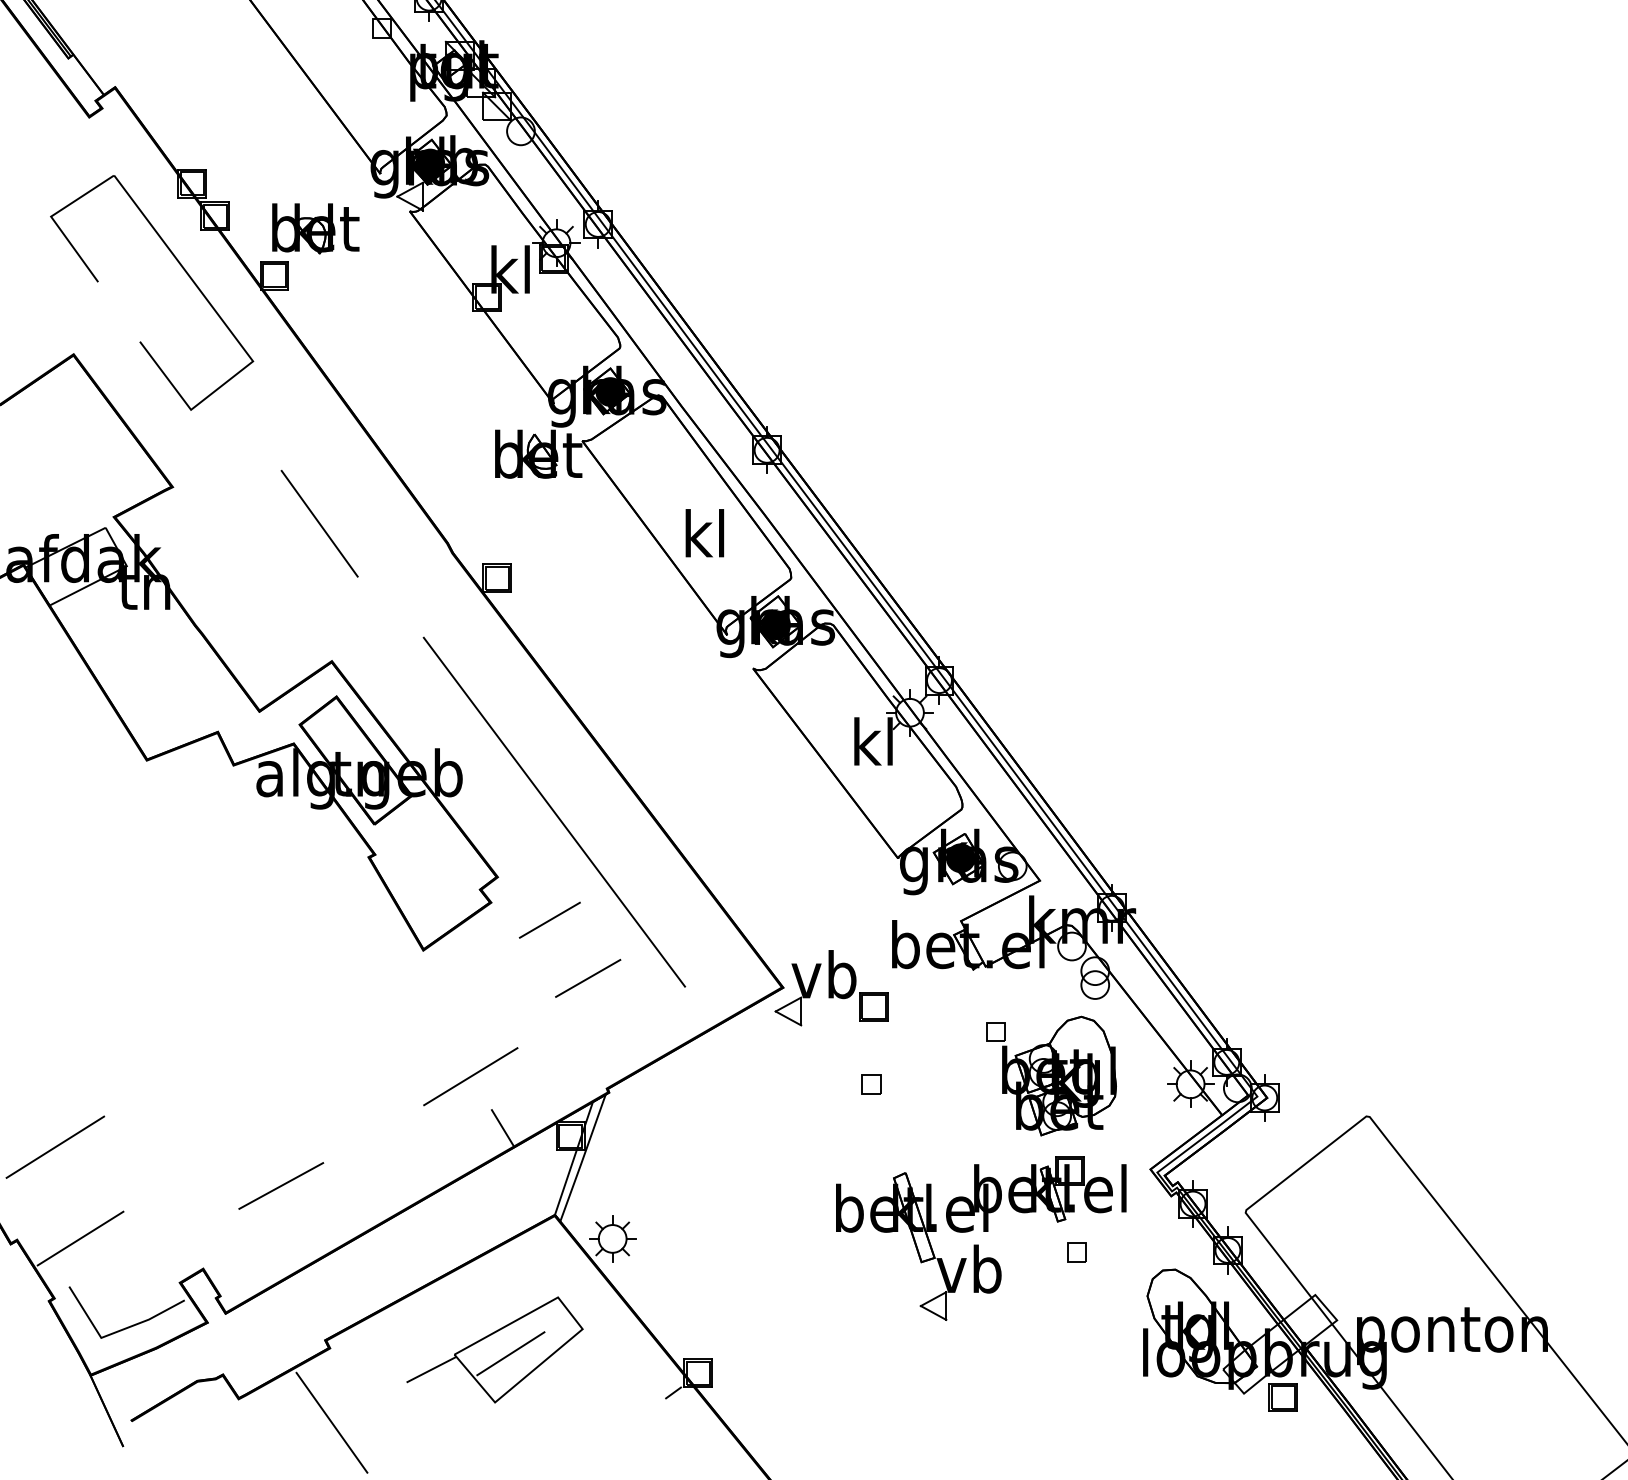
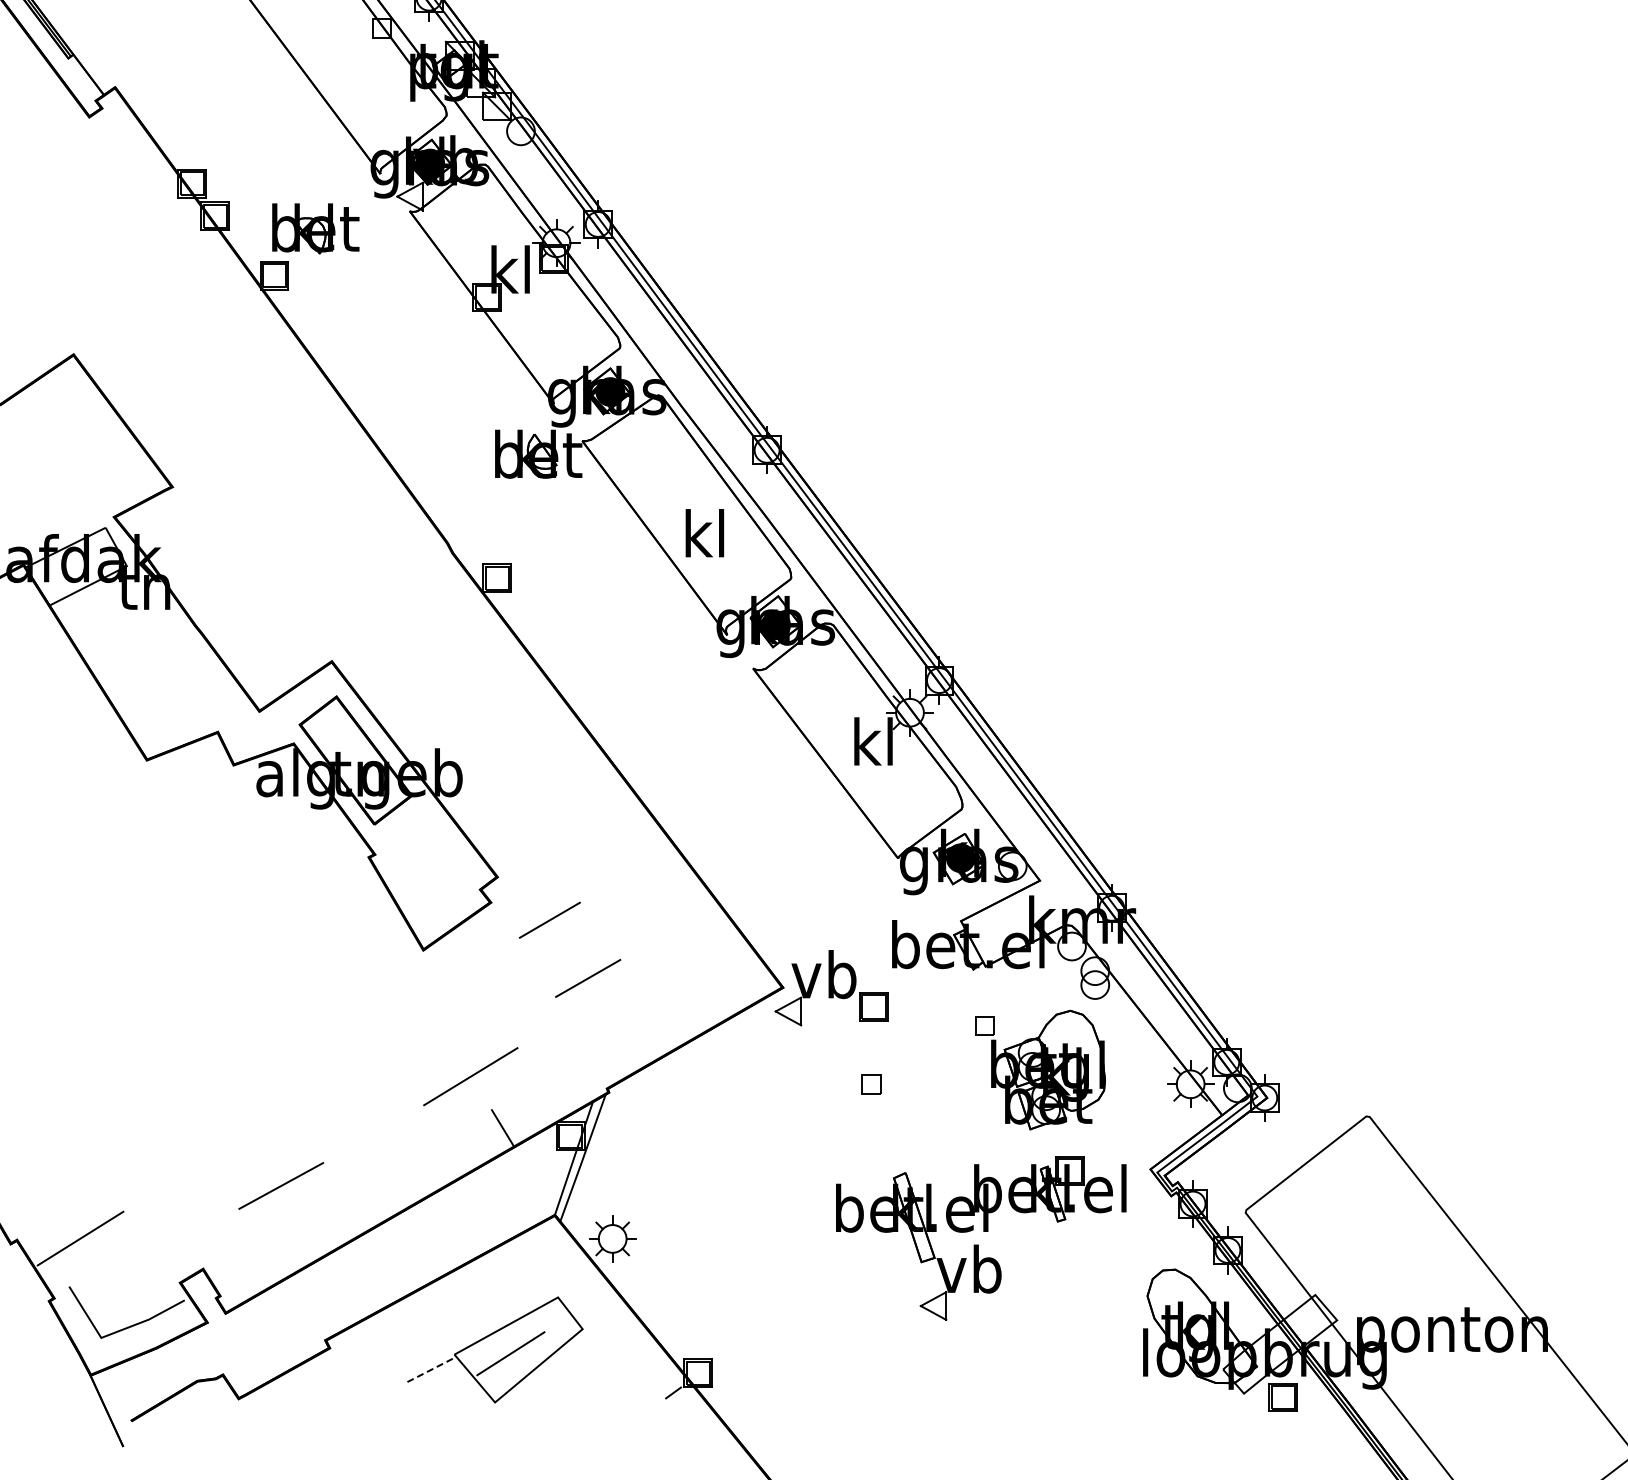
part at (184, 271): present -> none
line at (319, 523): present -> none
line at (554, 811): present -> none
part at (1051, 1075) position: (1051, 1075) -> (1040, 1069)
line at (55, 1146): present -> none
part at (1076, 1252): present -> none
line at (431, 1369): solid -> dashed
line at (331, 1422): present -> none
